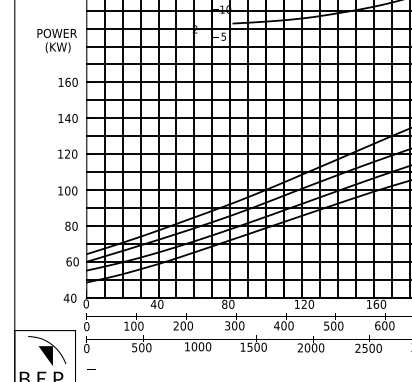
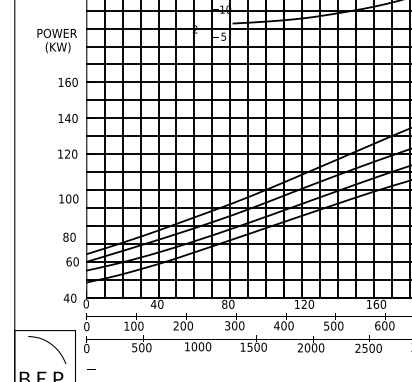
text at (67, 190) position: (67, 190) -> (68, 198)
text at (71, 225) position: (71, 225) -> (69, 236)
fill at (45, 356): present -> none
